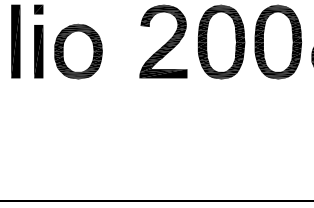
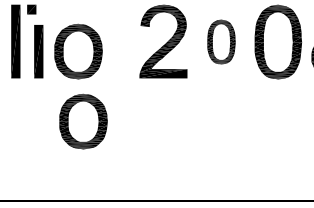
part at (38, 9) position: (38, 9) -> (31, 9)
part at (221, 41) size: 49x76 px -> 29x46 px
part at (83, 121): none -> present
